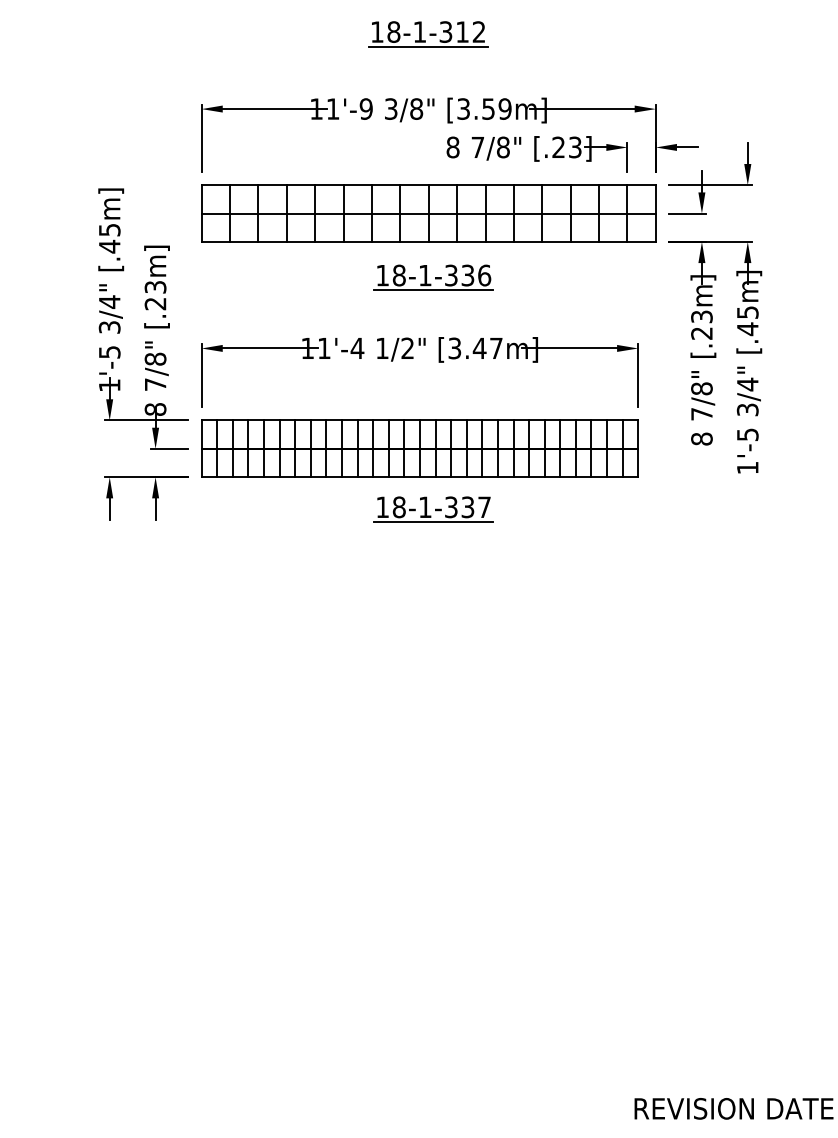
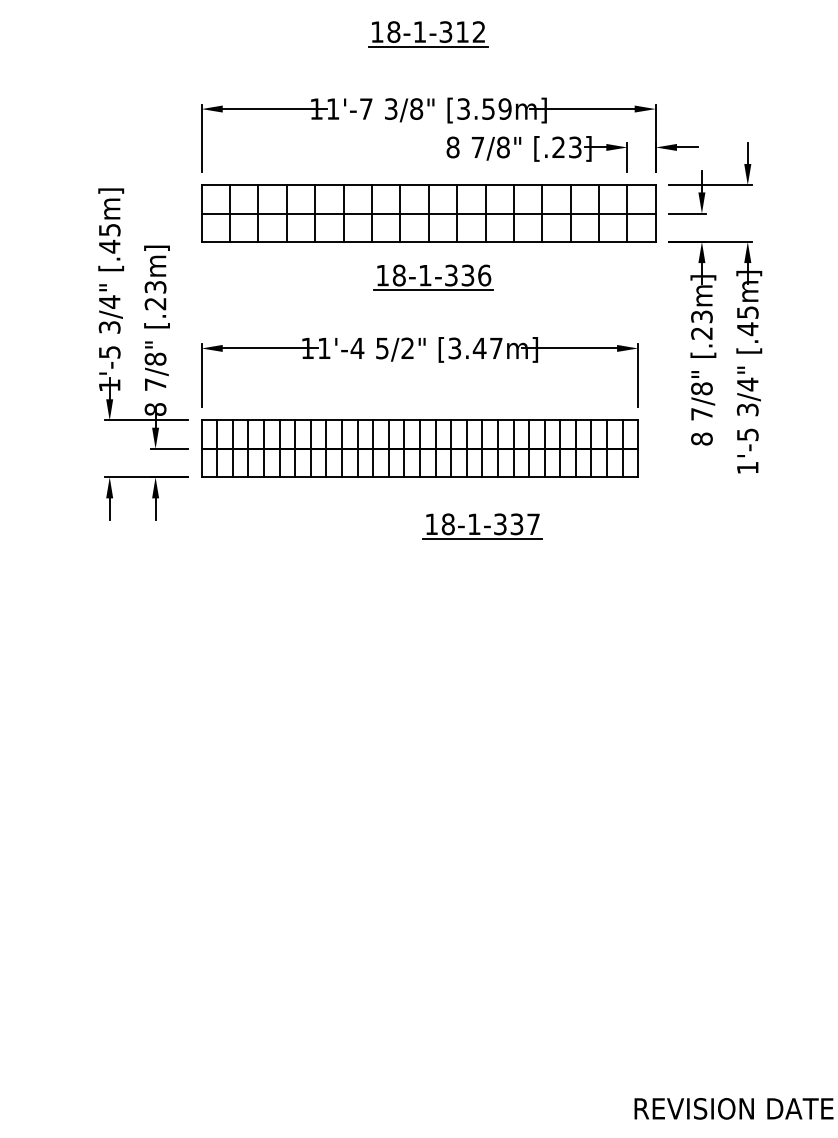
text at (365, 108): 11'-9 -> 11'-7
text at (382, 348): 1/2" -> 5/2"
part at (433, 509) position: (433, 509) -> (482, 526)
